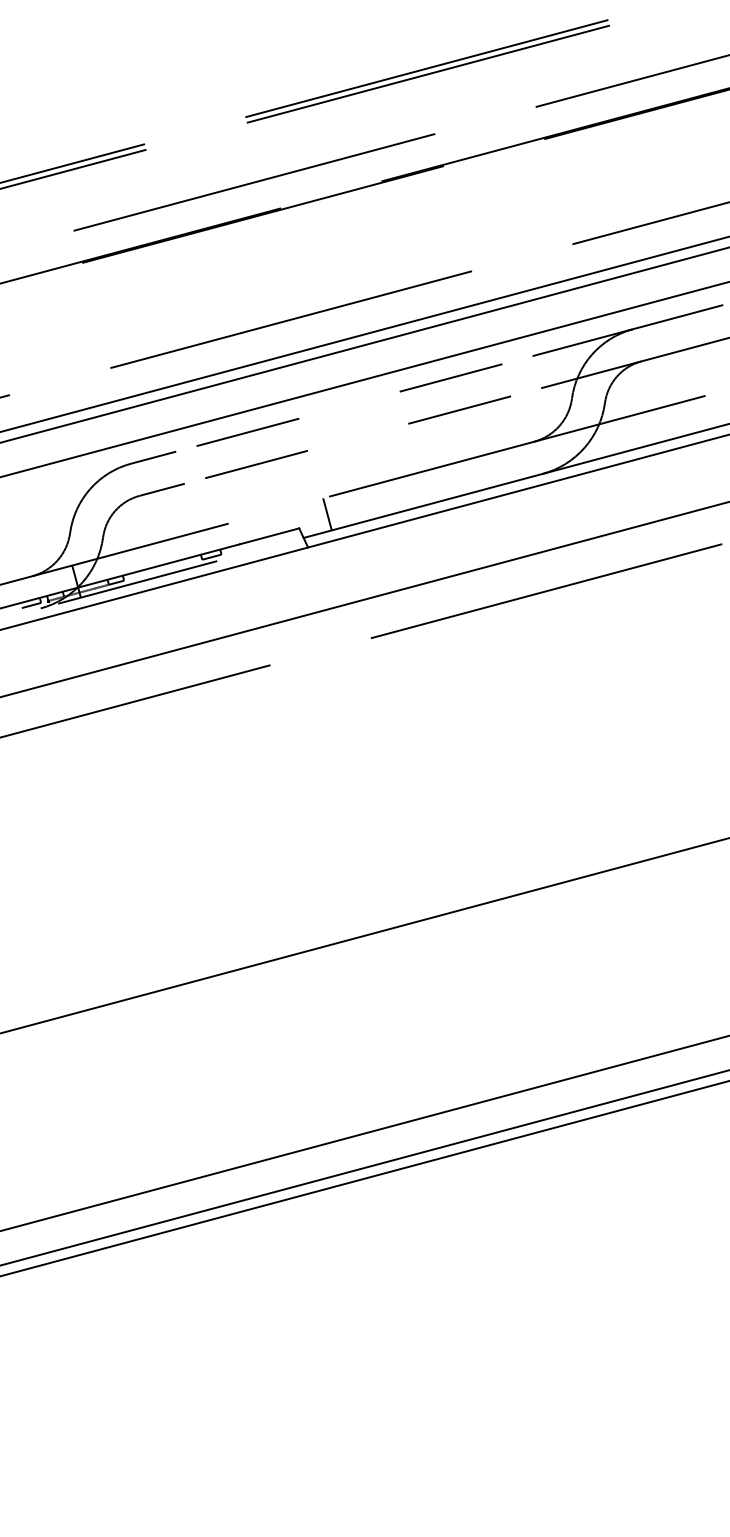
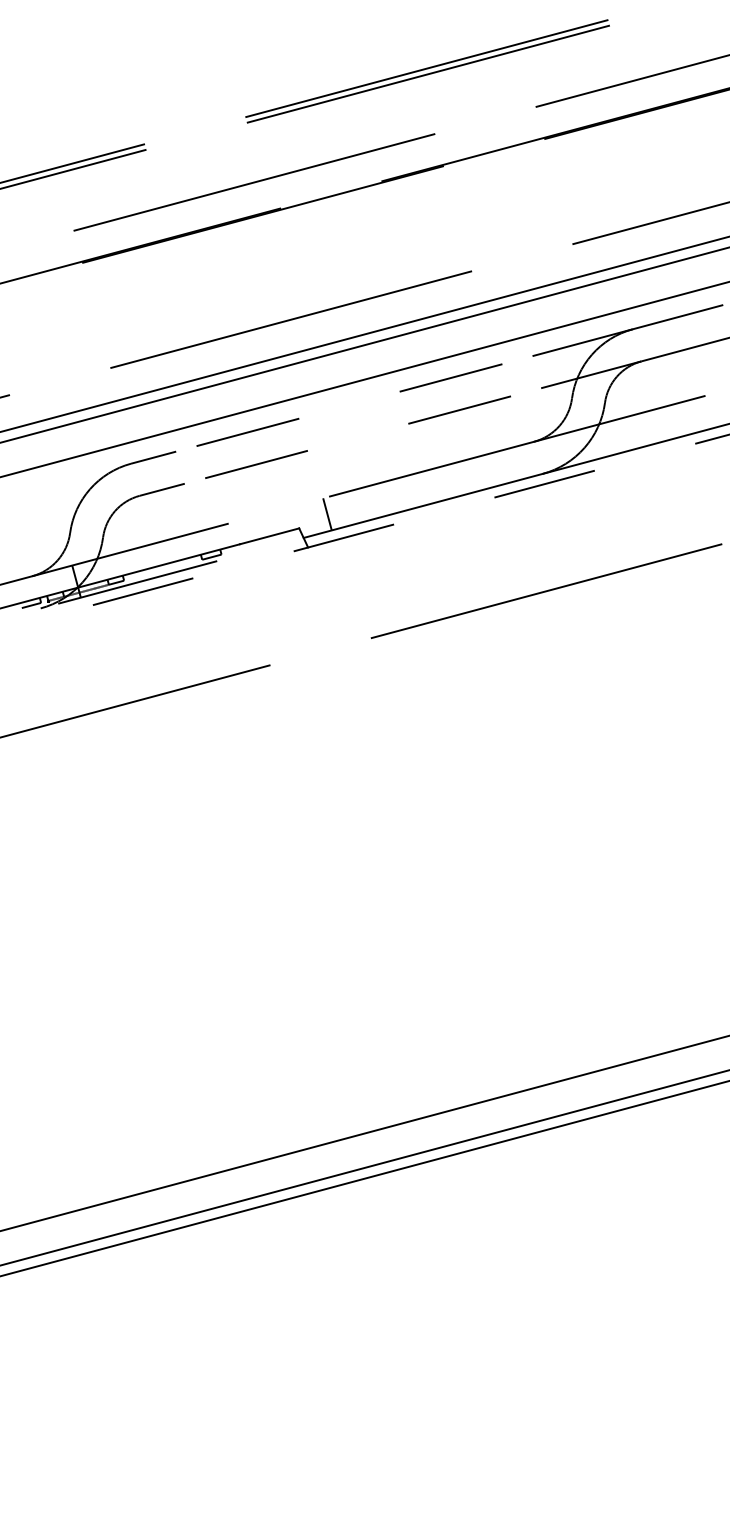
line at (365, 532): solid -> dashed
line at (364, 599): present -> none
line at (364, 935): present -> none
